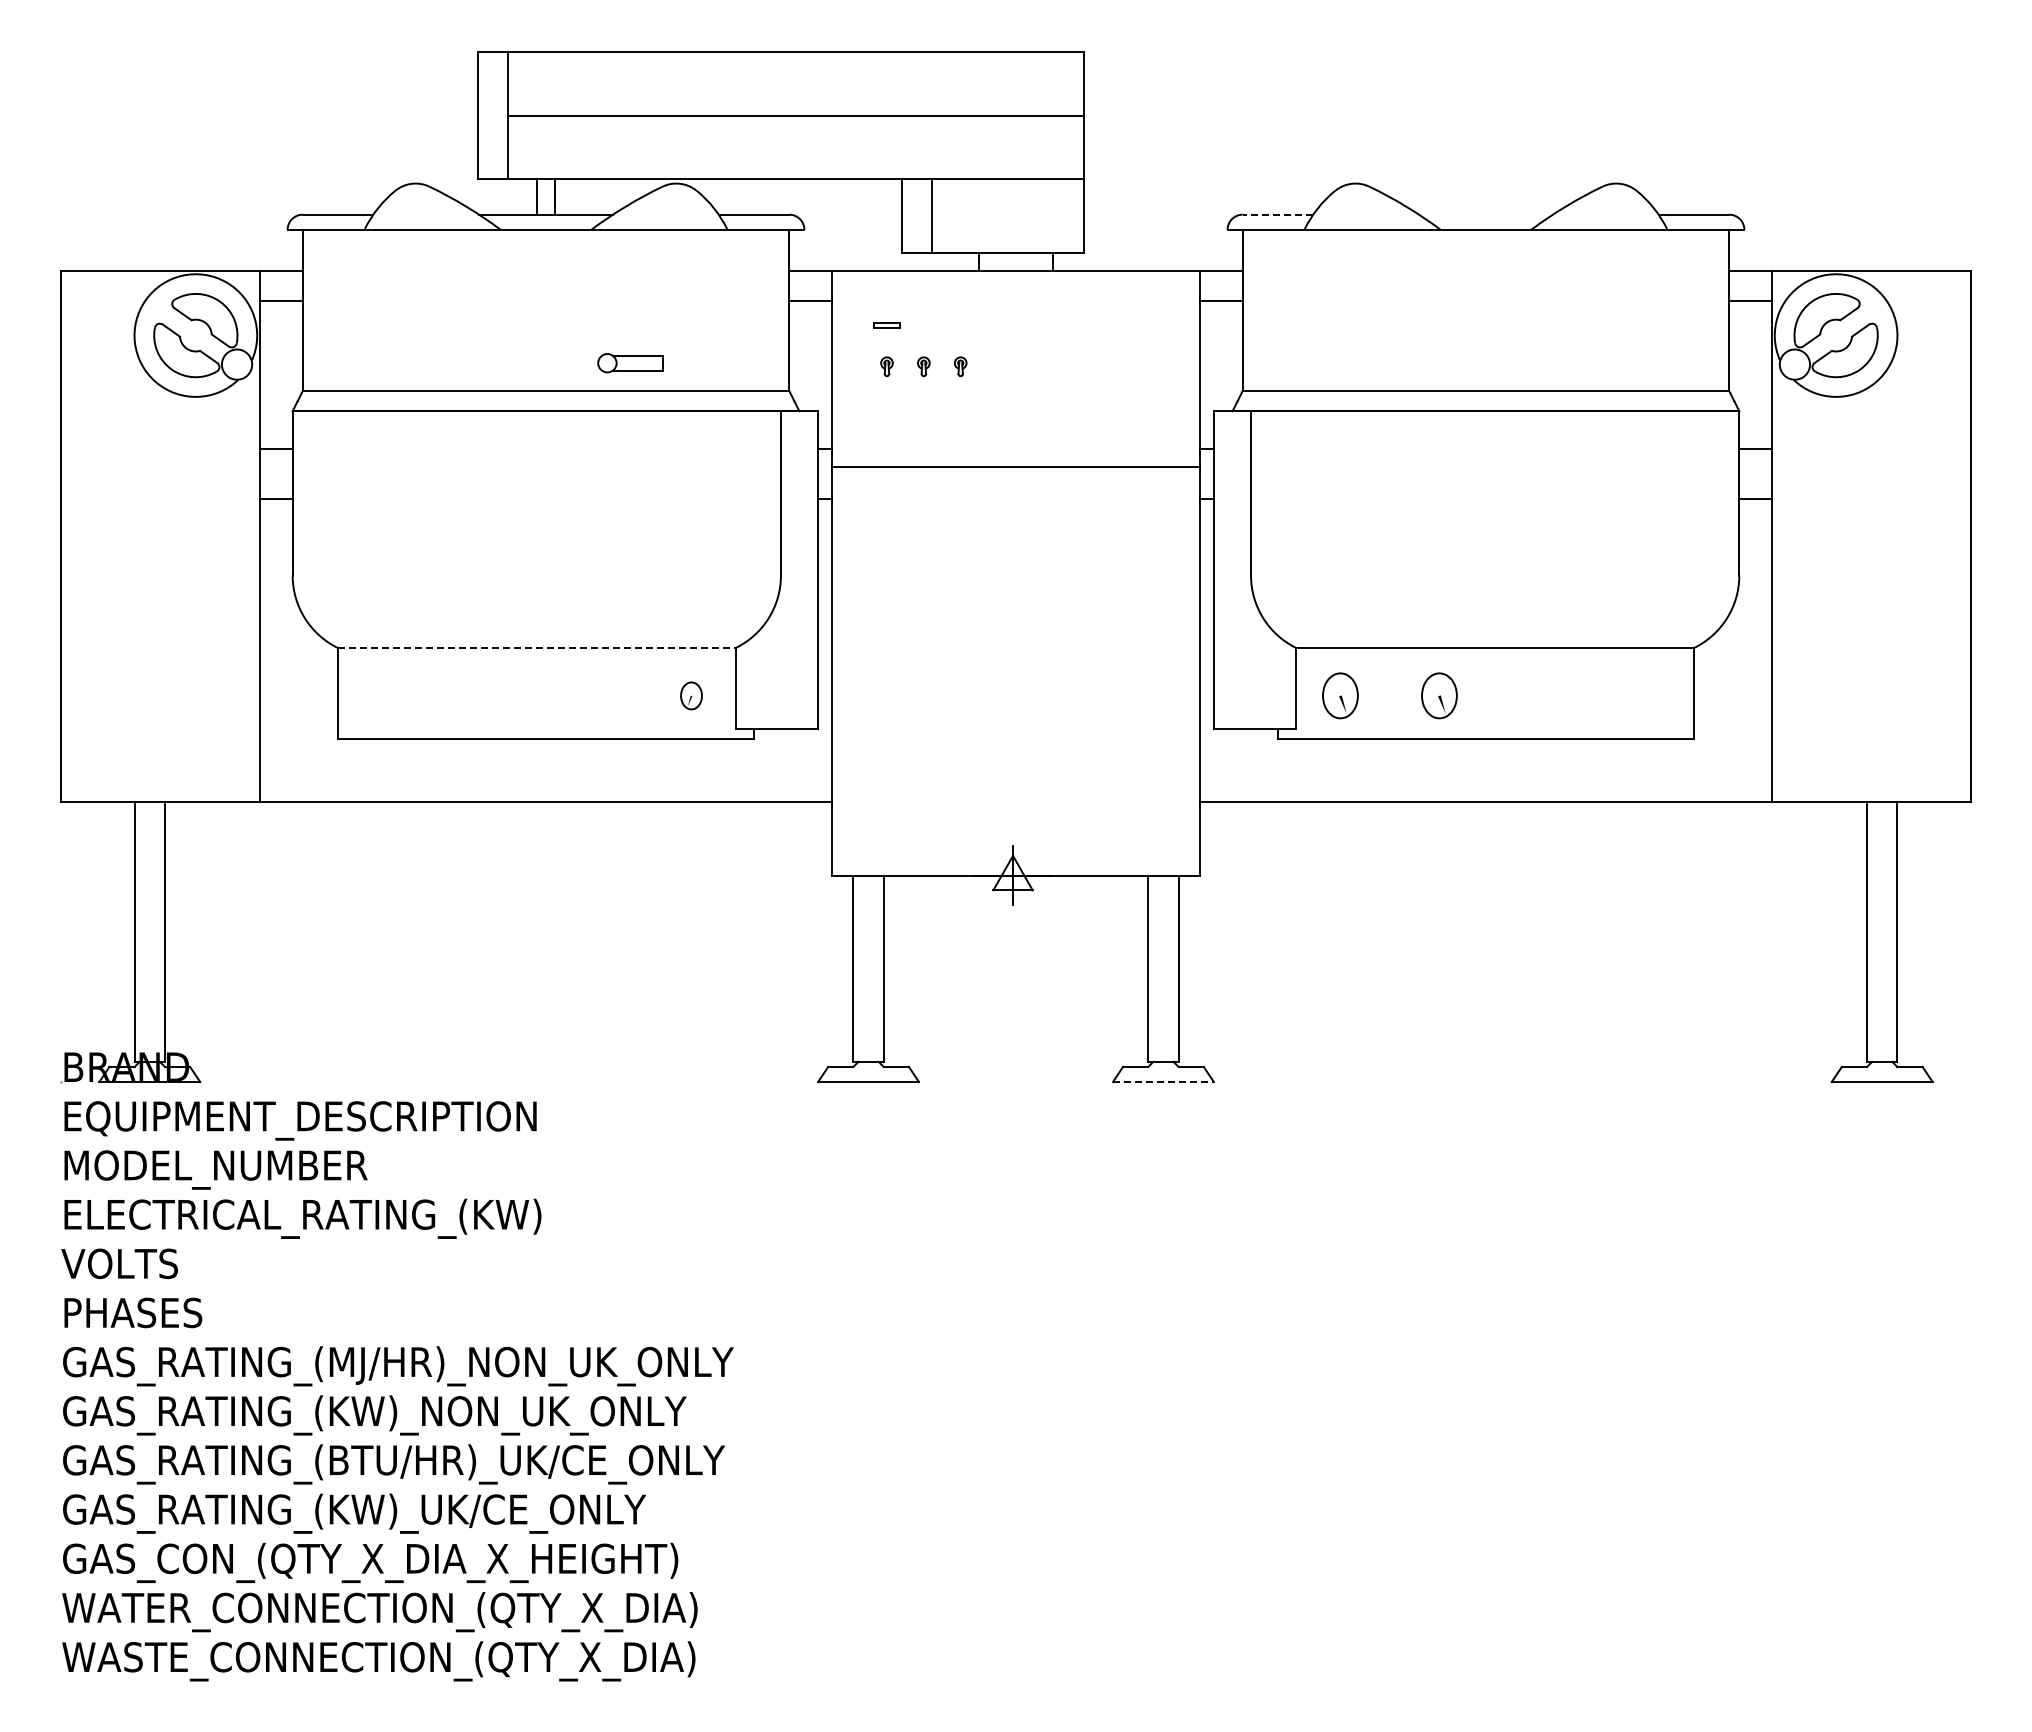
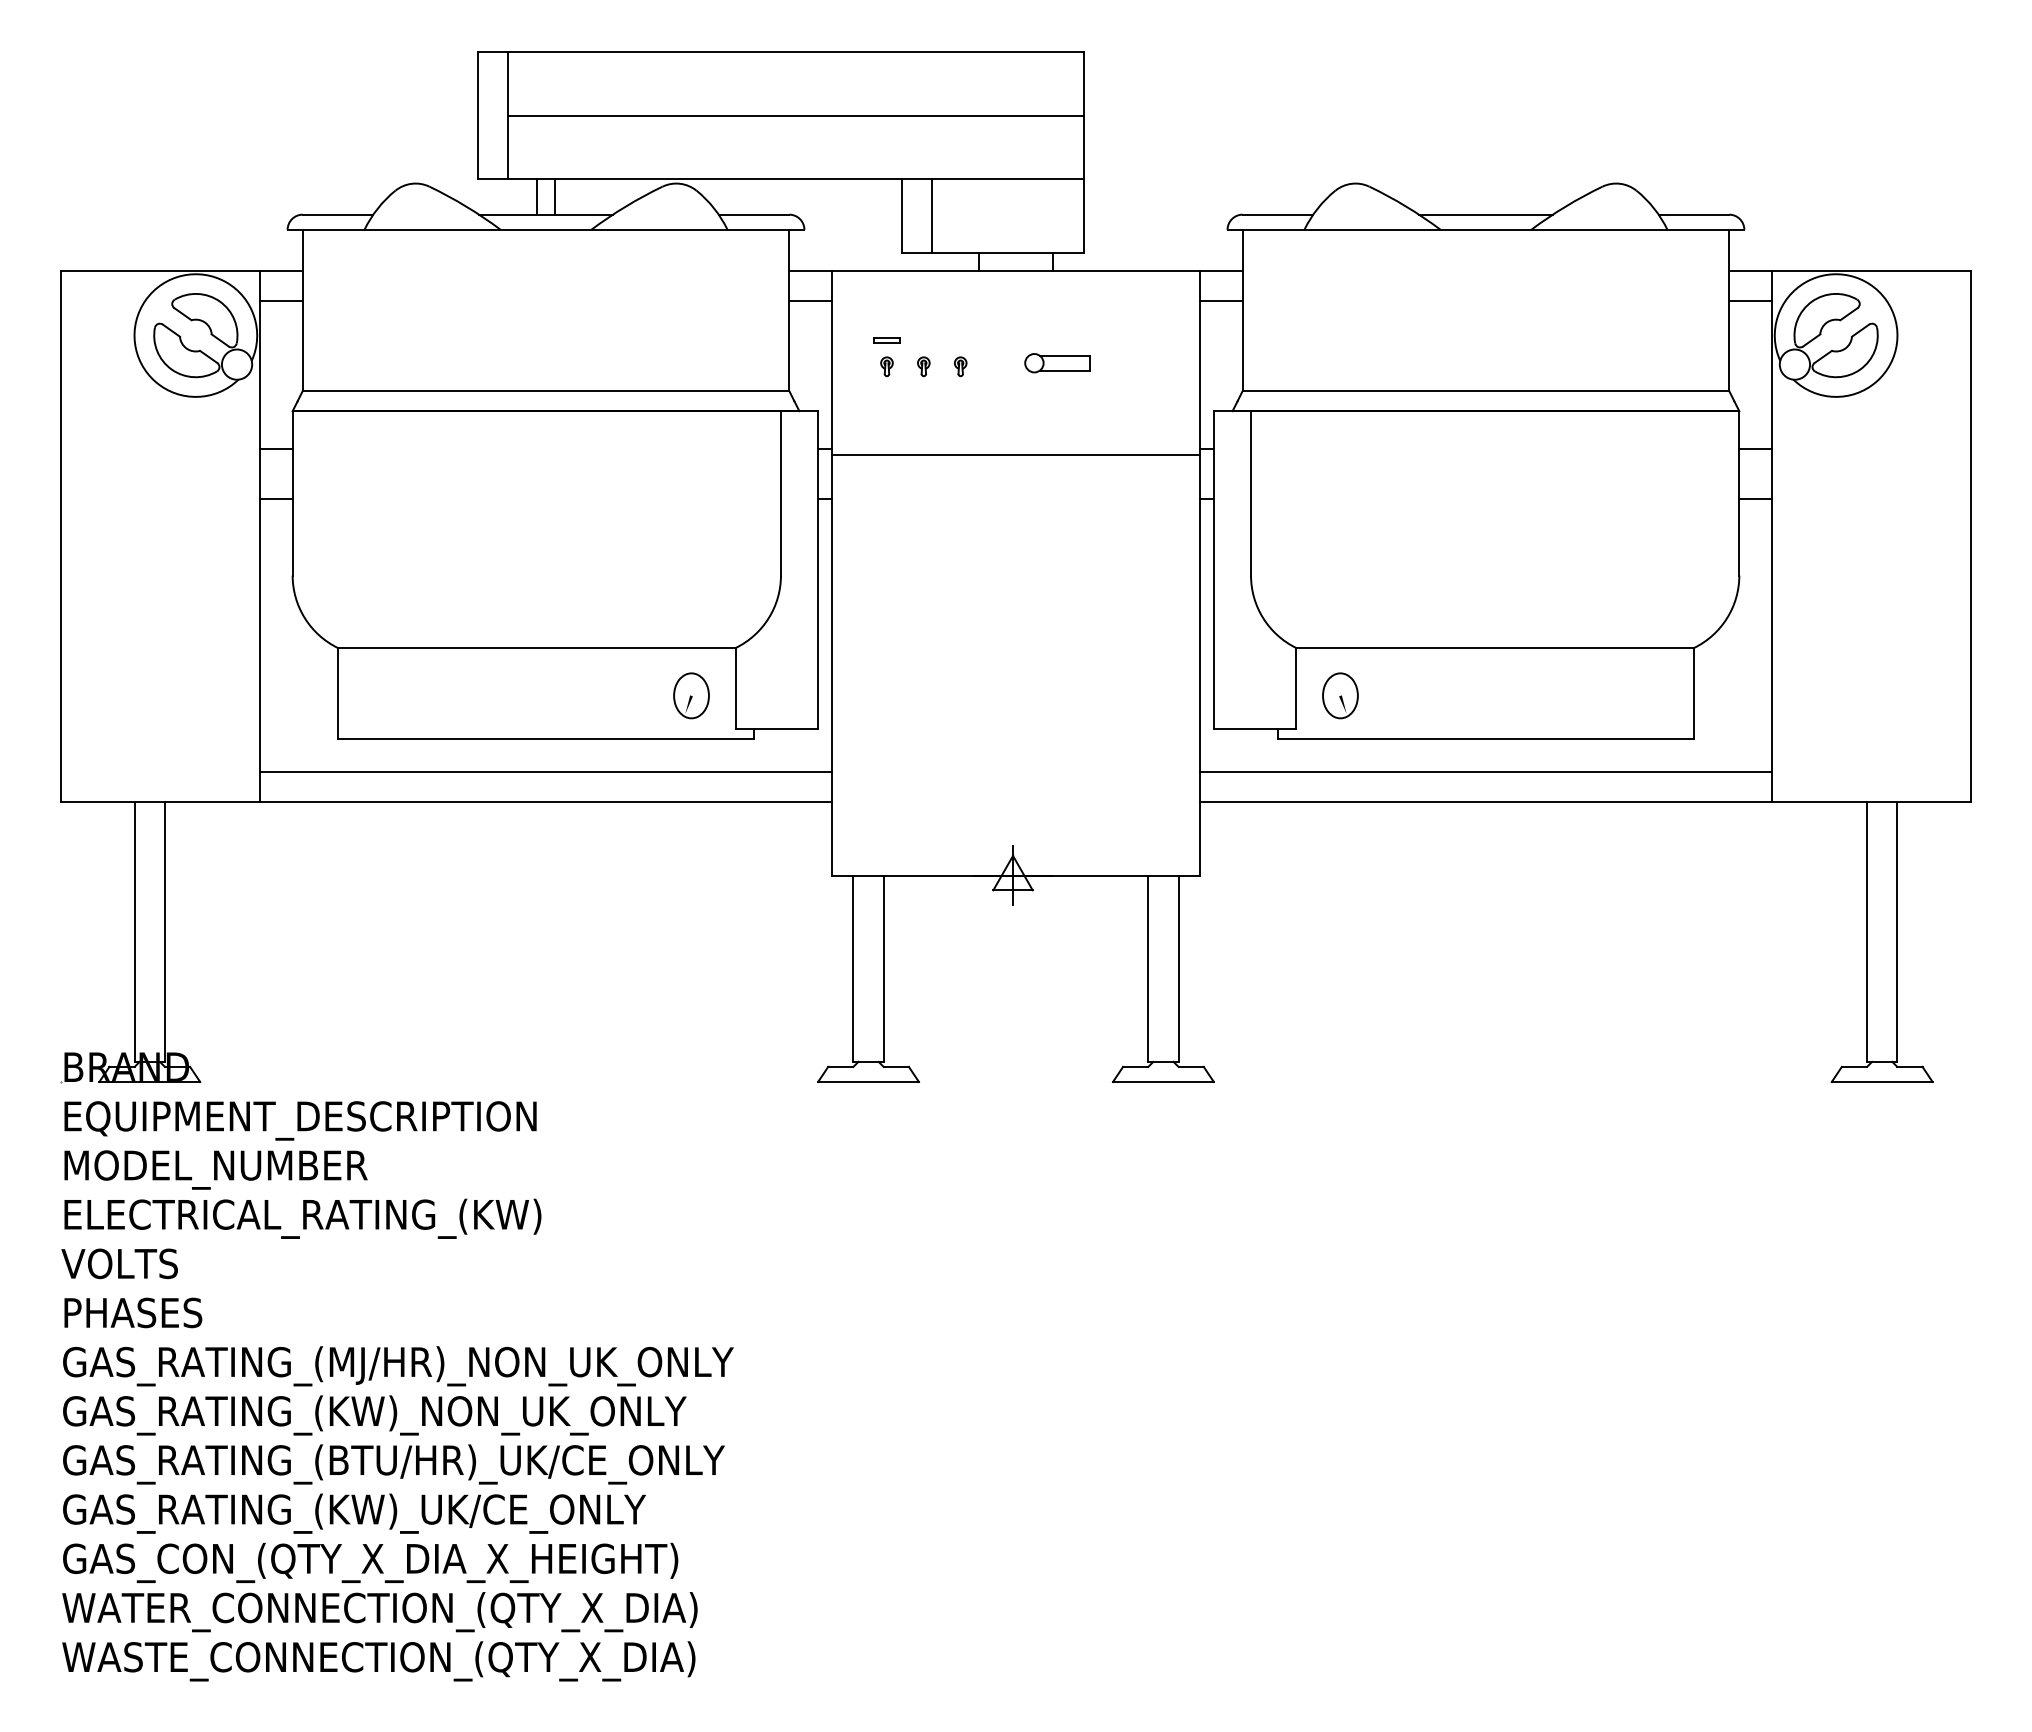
line at (1277, 214): dashed -> solid
line at (1485, 214): none -> present
part at (886, 325) position: (886, 325) -> (886, 340)
part at (630, 363) position: (630, 363) -> (1057, 363)
line at (1015, 467) position: (1015, 467) -> (1015, 455)
line at (536, 648): dashed -> solid
part at (691, 695) size: 23x30 px -> 37x48 px
part at (1439, 695): present -> none
line at (545, 772): none -> present
line at (1485, 772): none -> present
line at (1163, 1082): dashed -> solid
